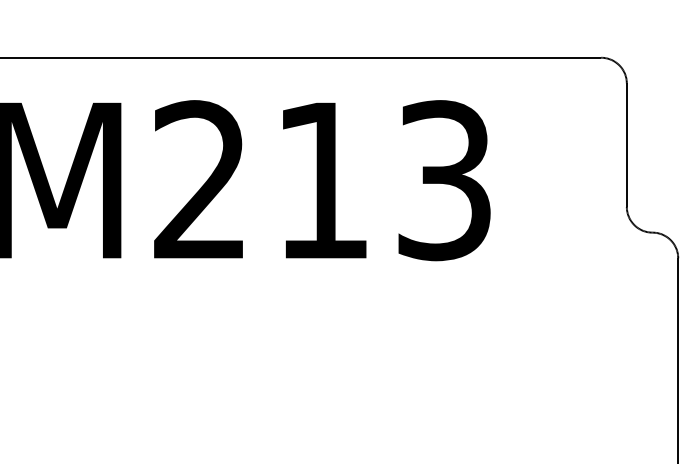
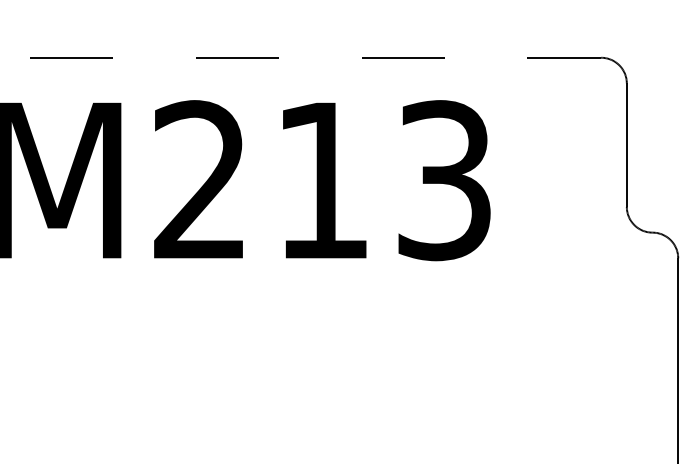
line at (301, 57): solid -> dashed
